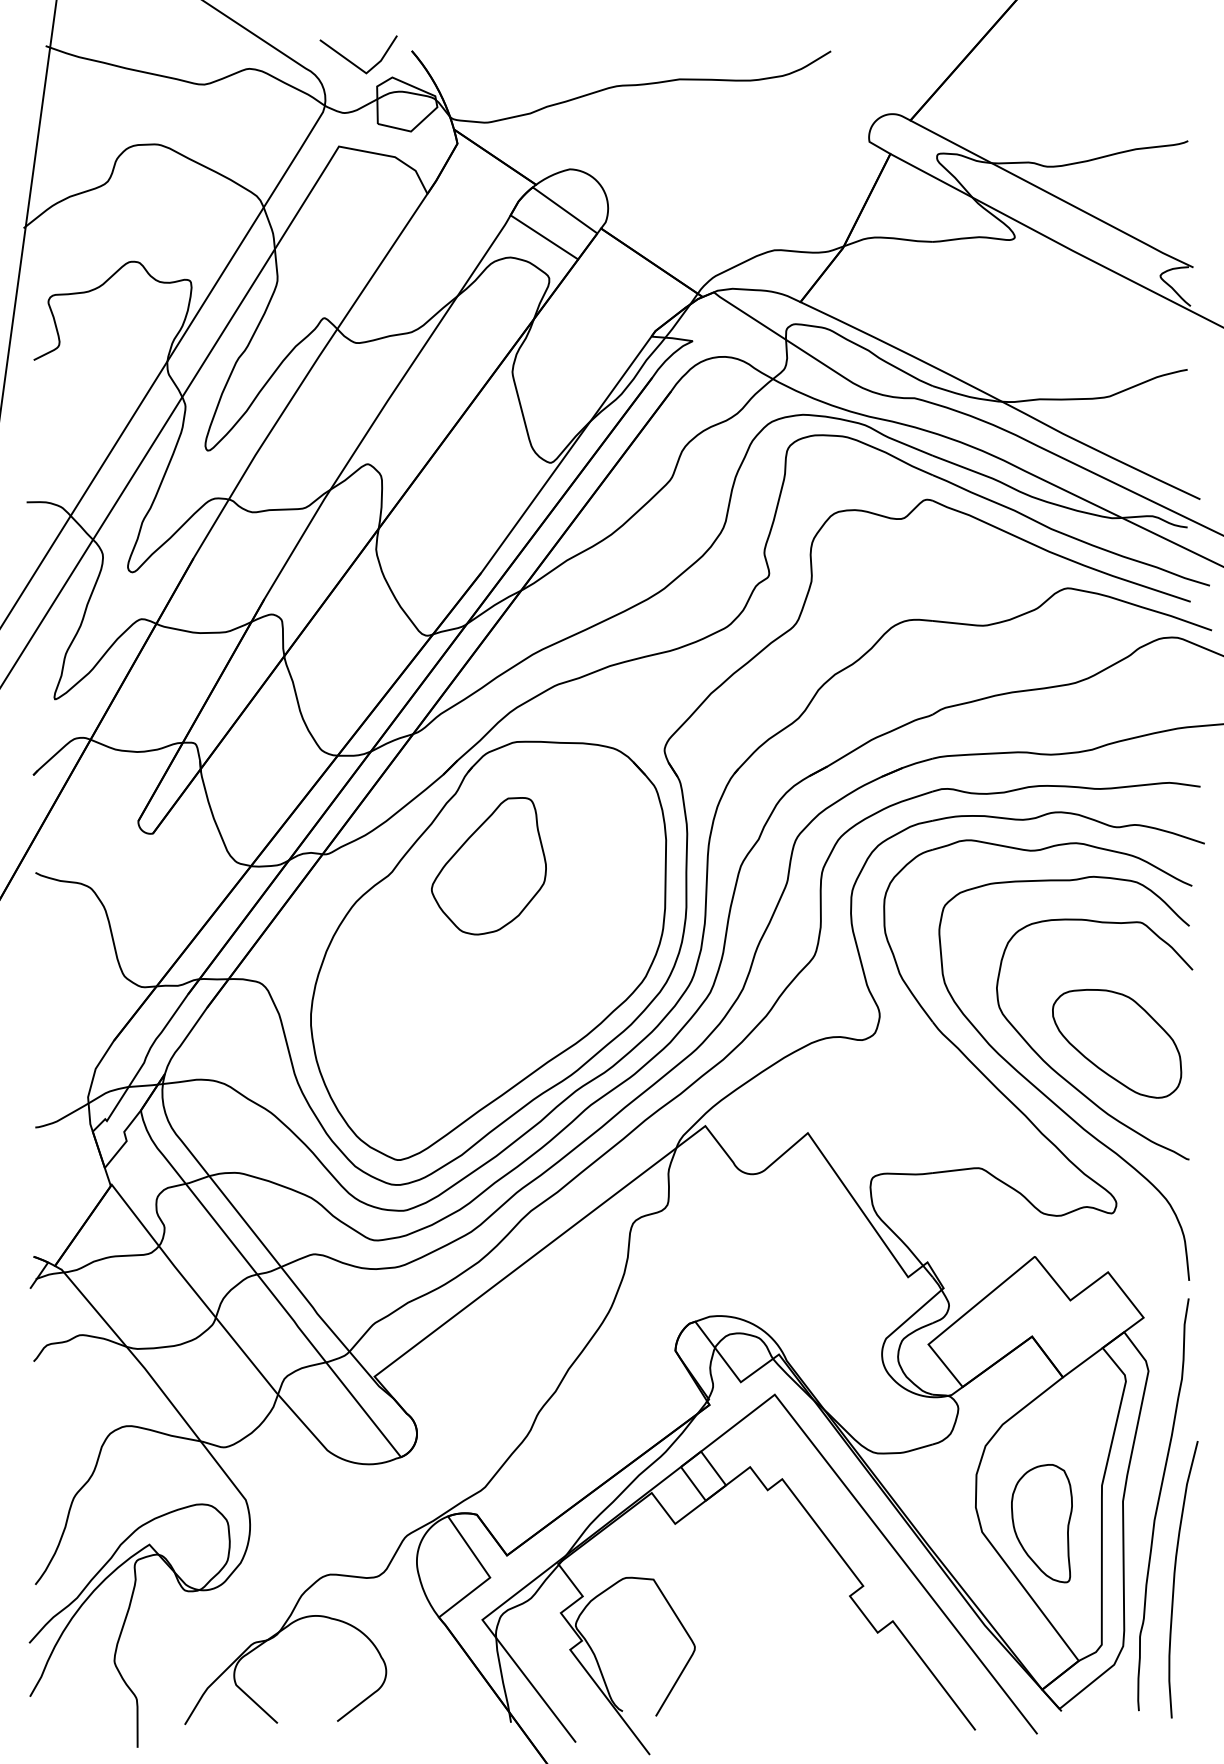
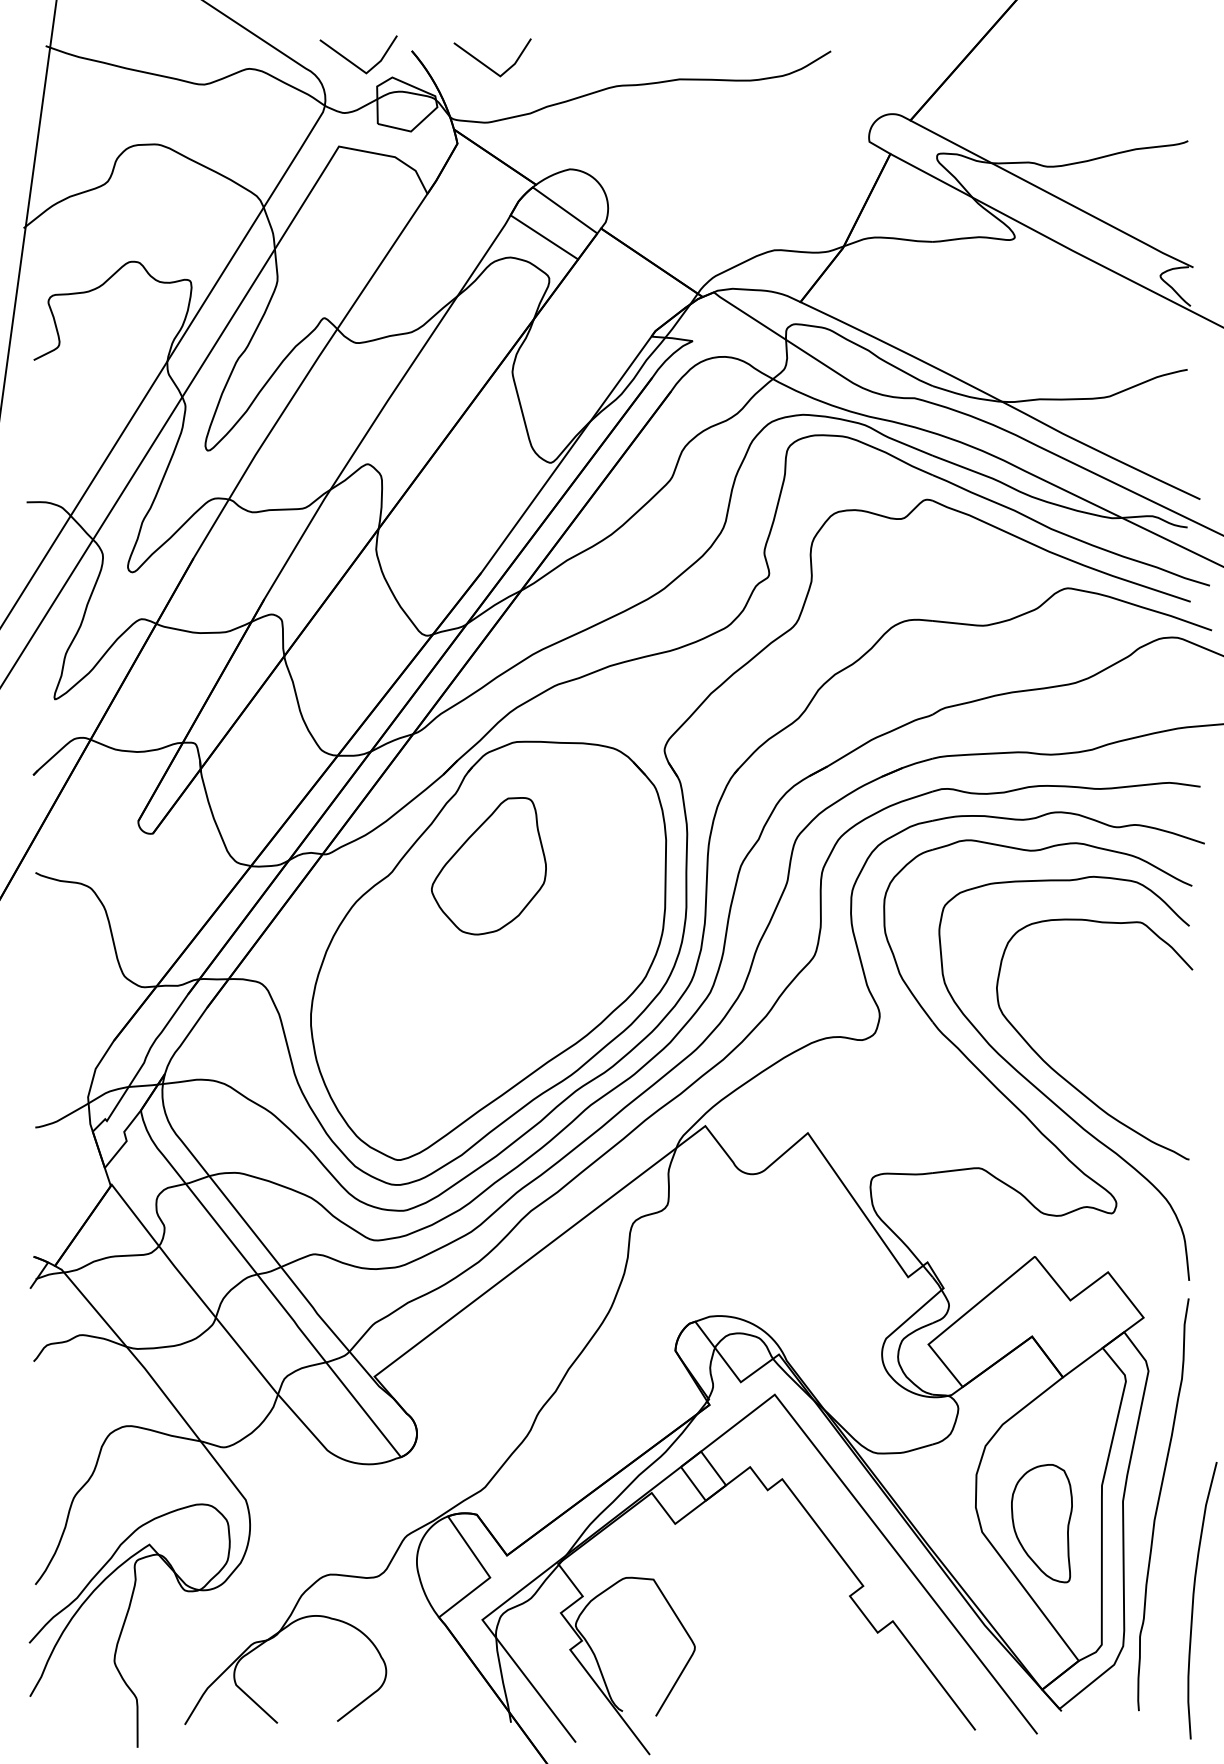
line at (487, 65): none -> present
part at (1117, 1043): present -> none
curve at (1175, 1577) position: (1175, 1577) -> (1194, 1598)
